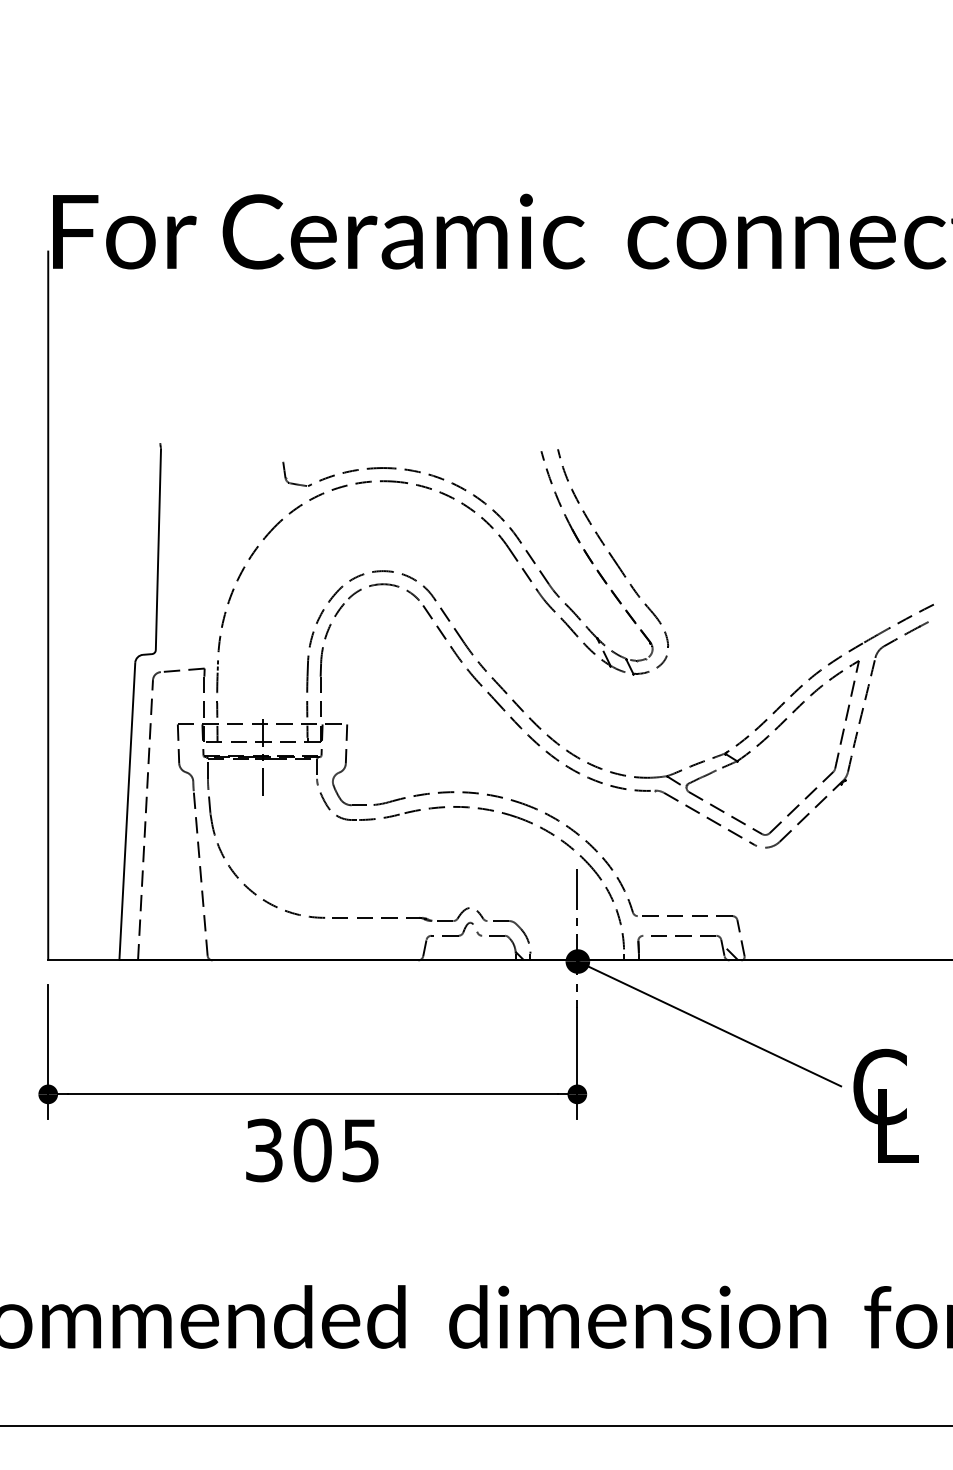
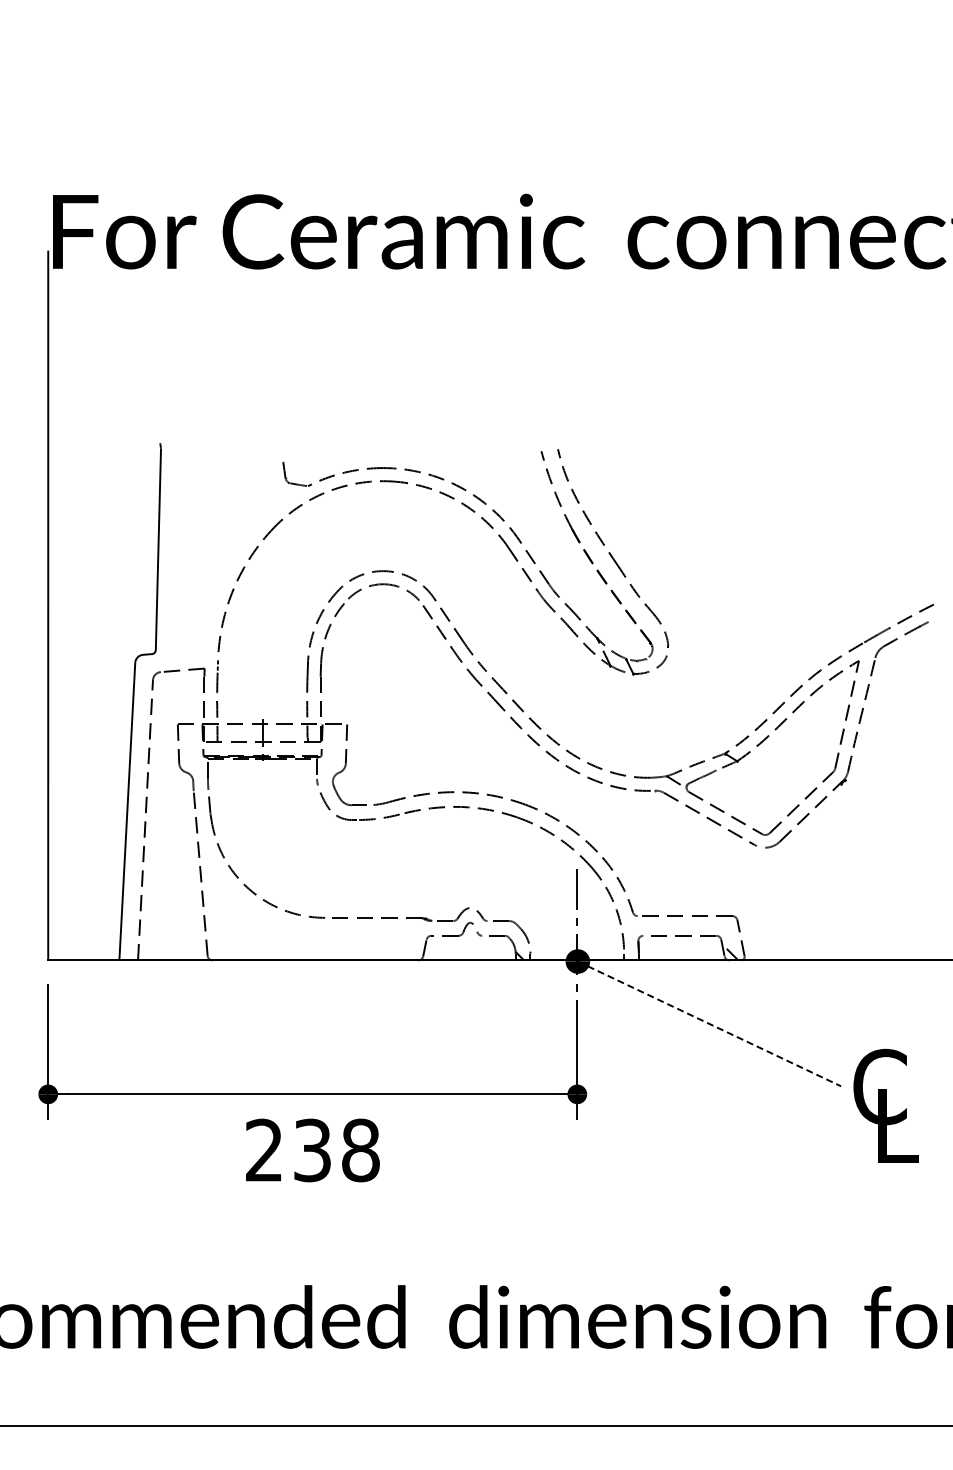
line at (262, 781): present -> none
line at (709, 1023): solid -> dashed
text at (312, 1150): 305 -> 238
